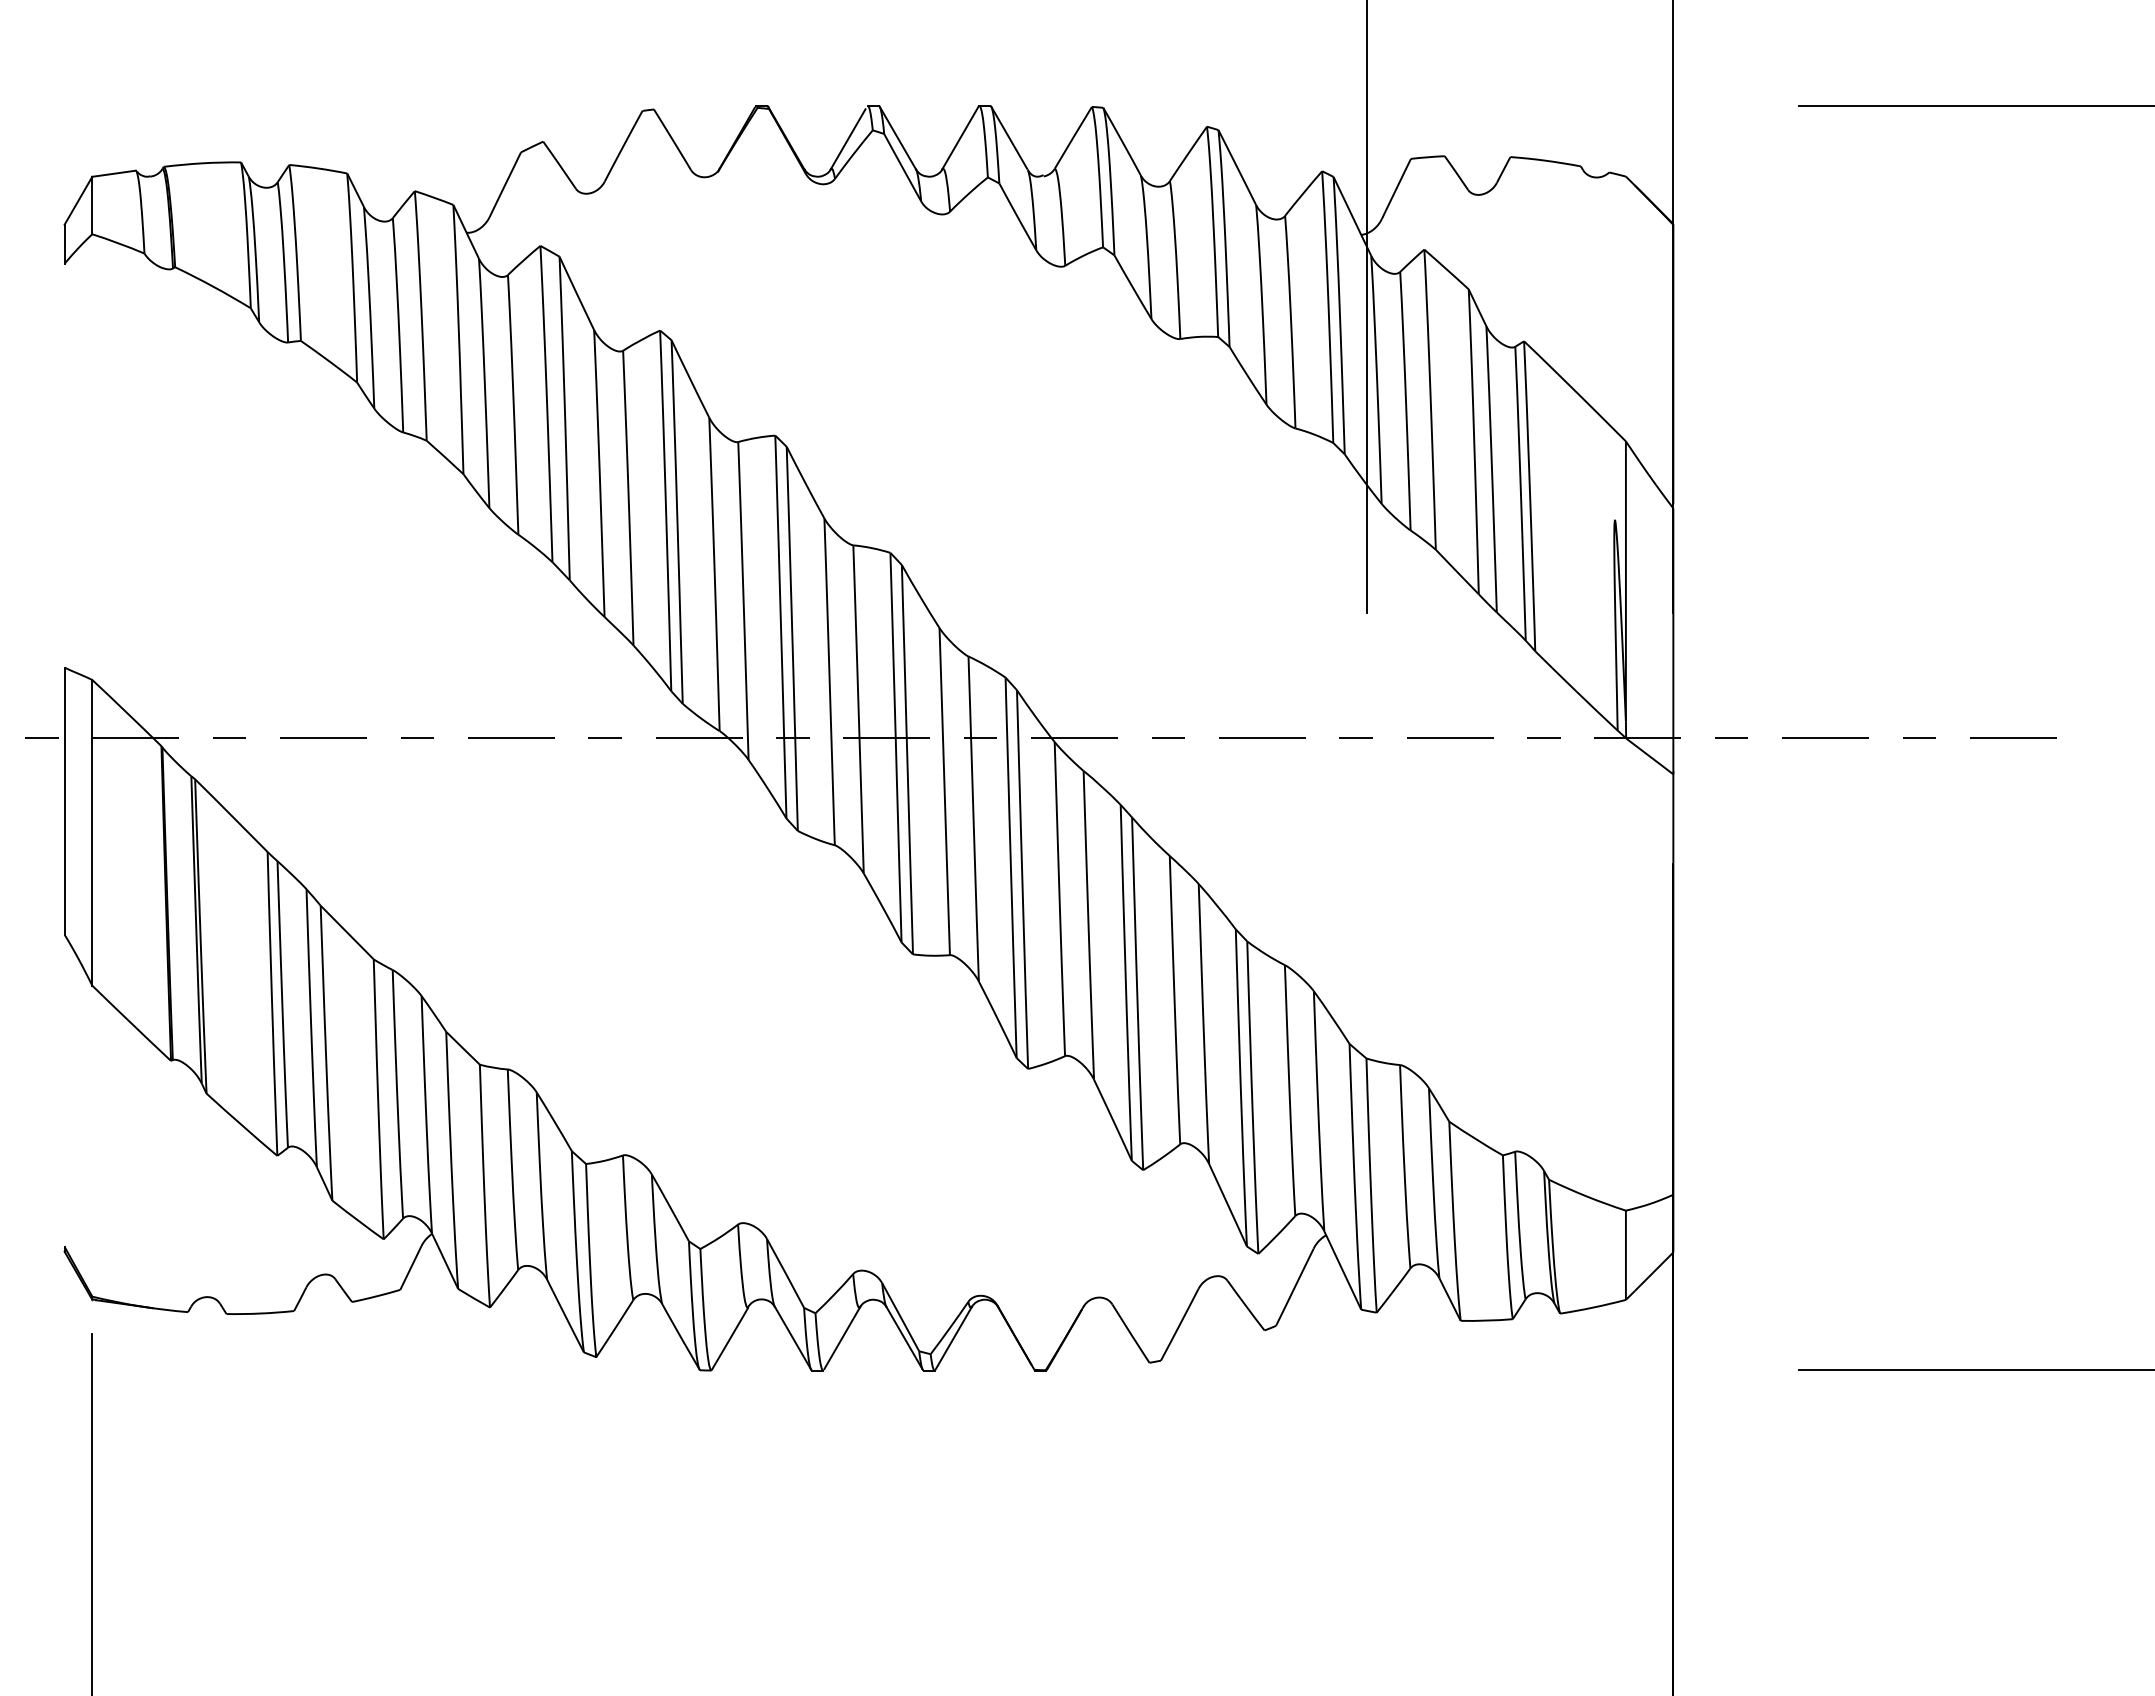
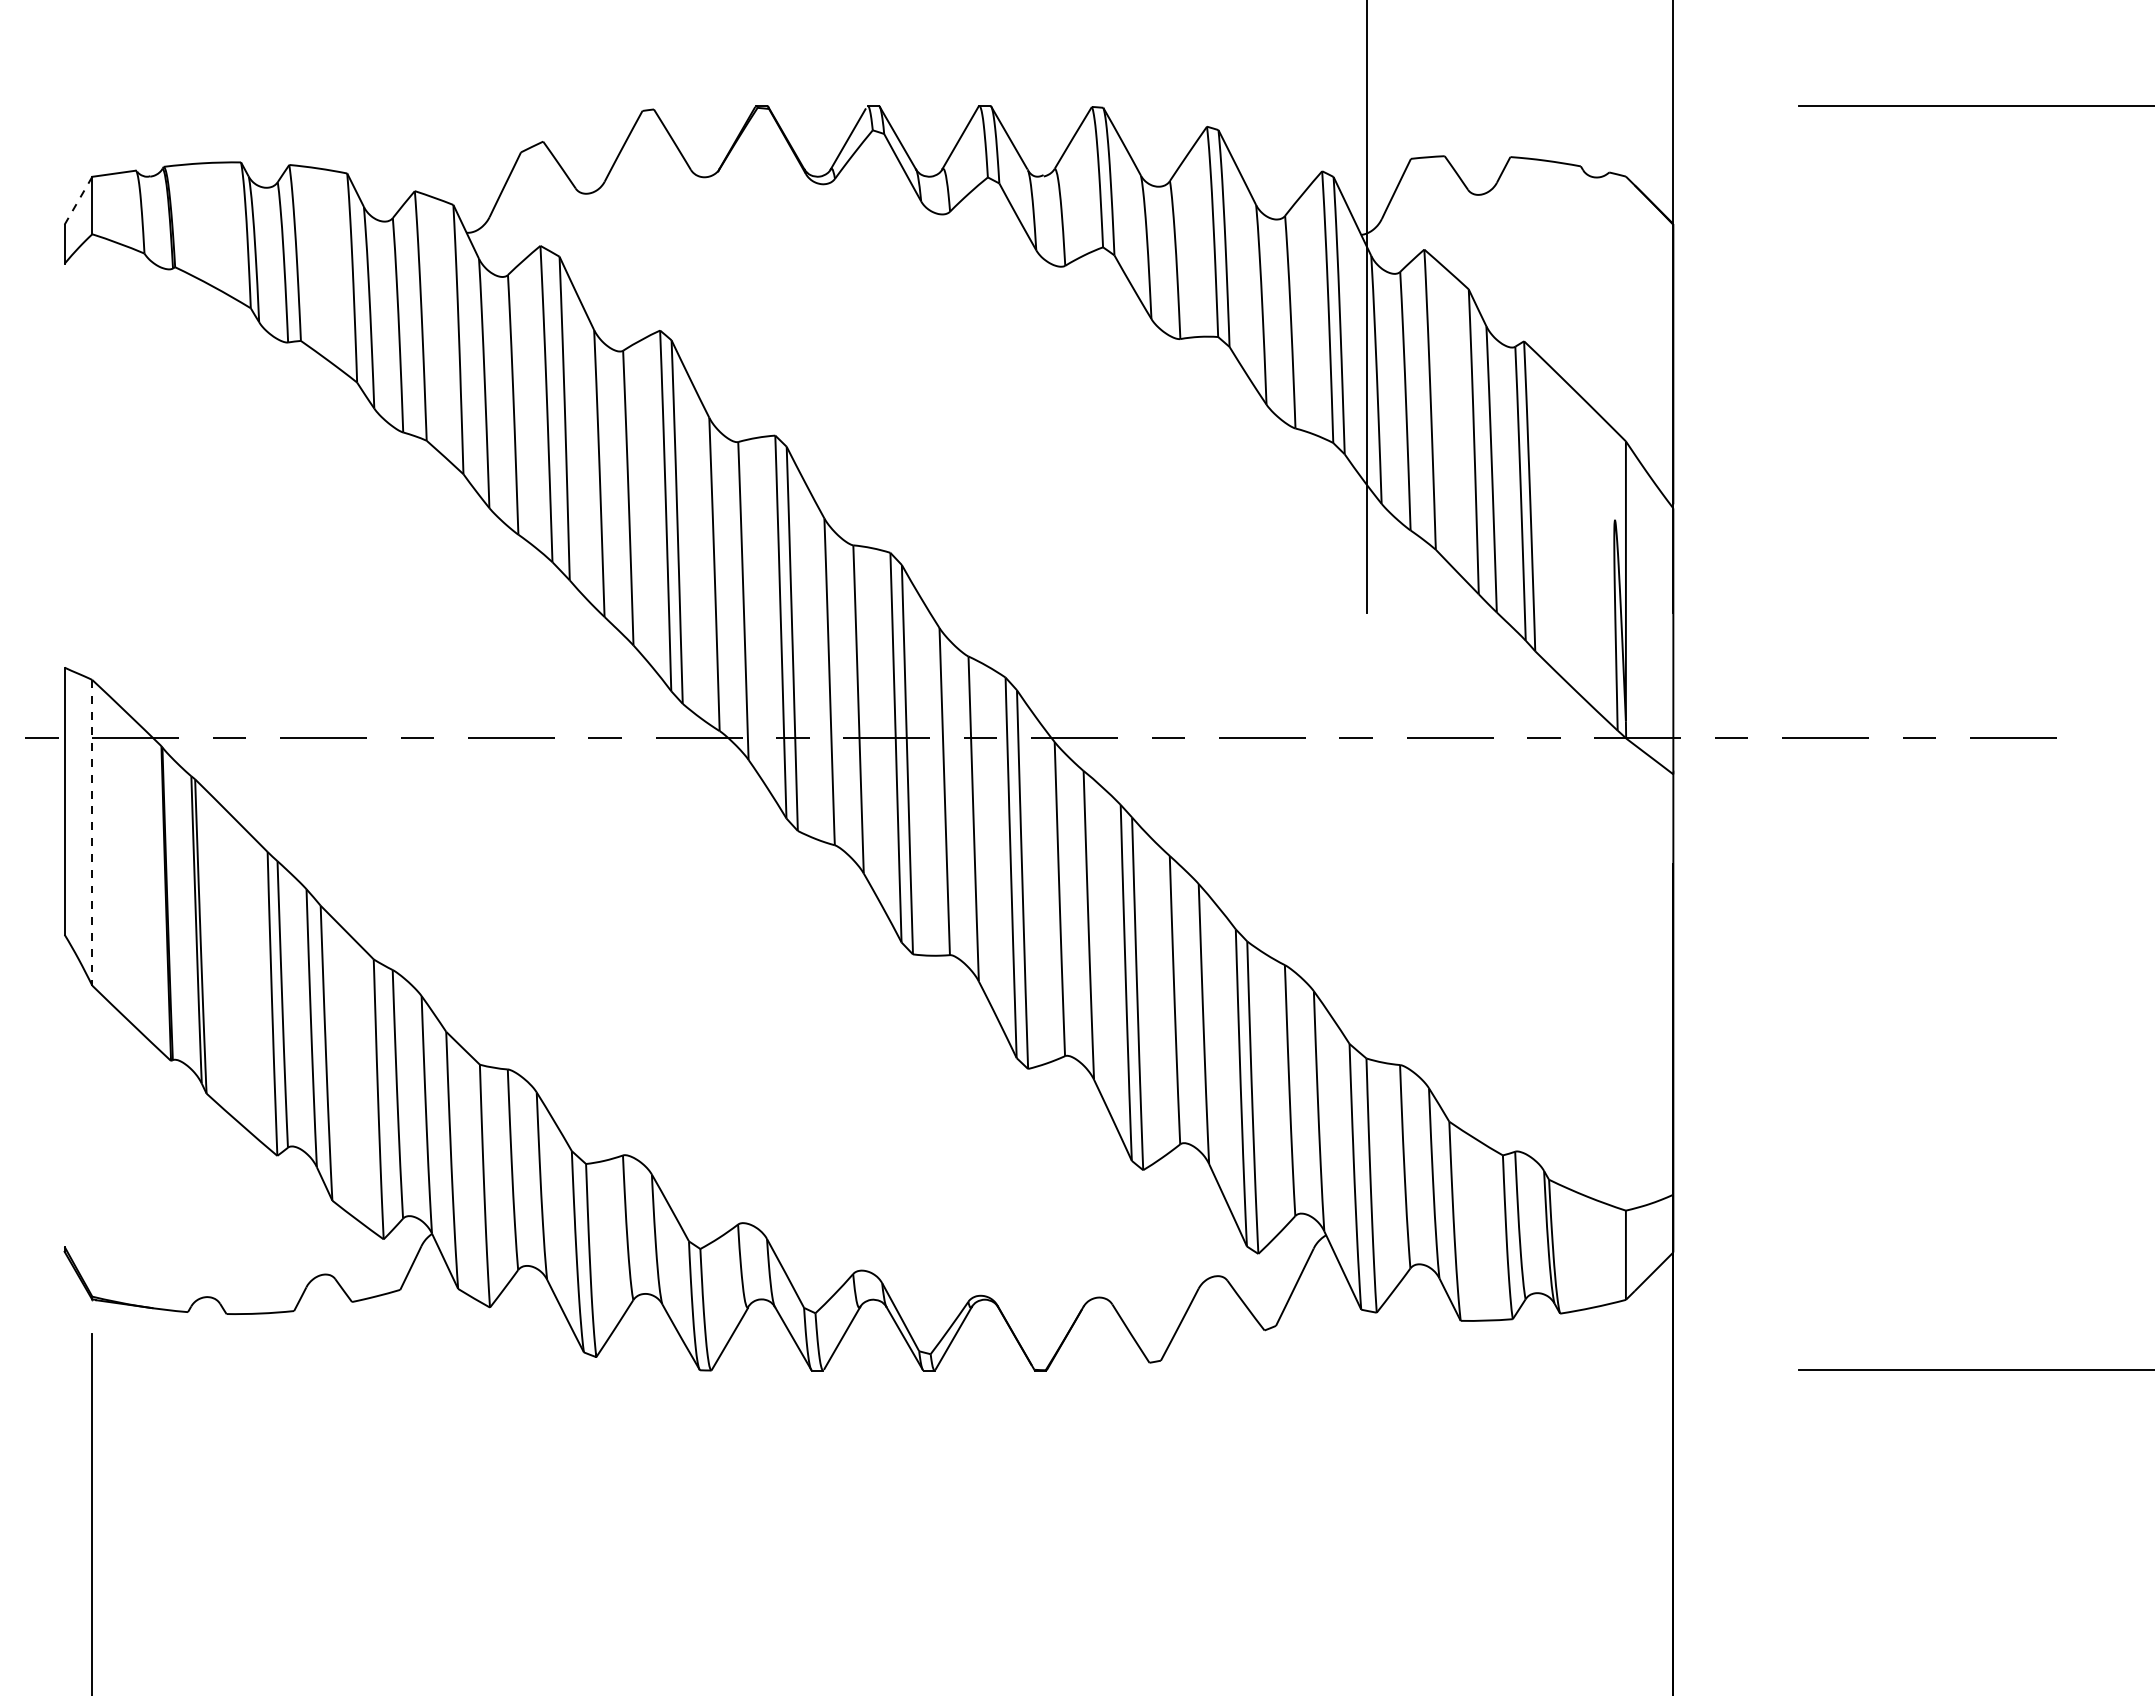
line at (78, 200): solid -> dashed
line at (92, 832): solid -> dashed
